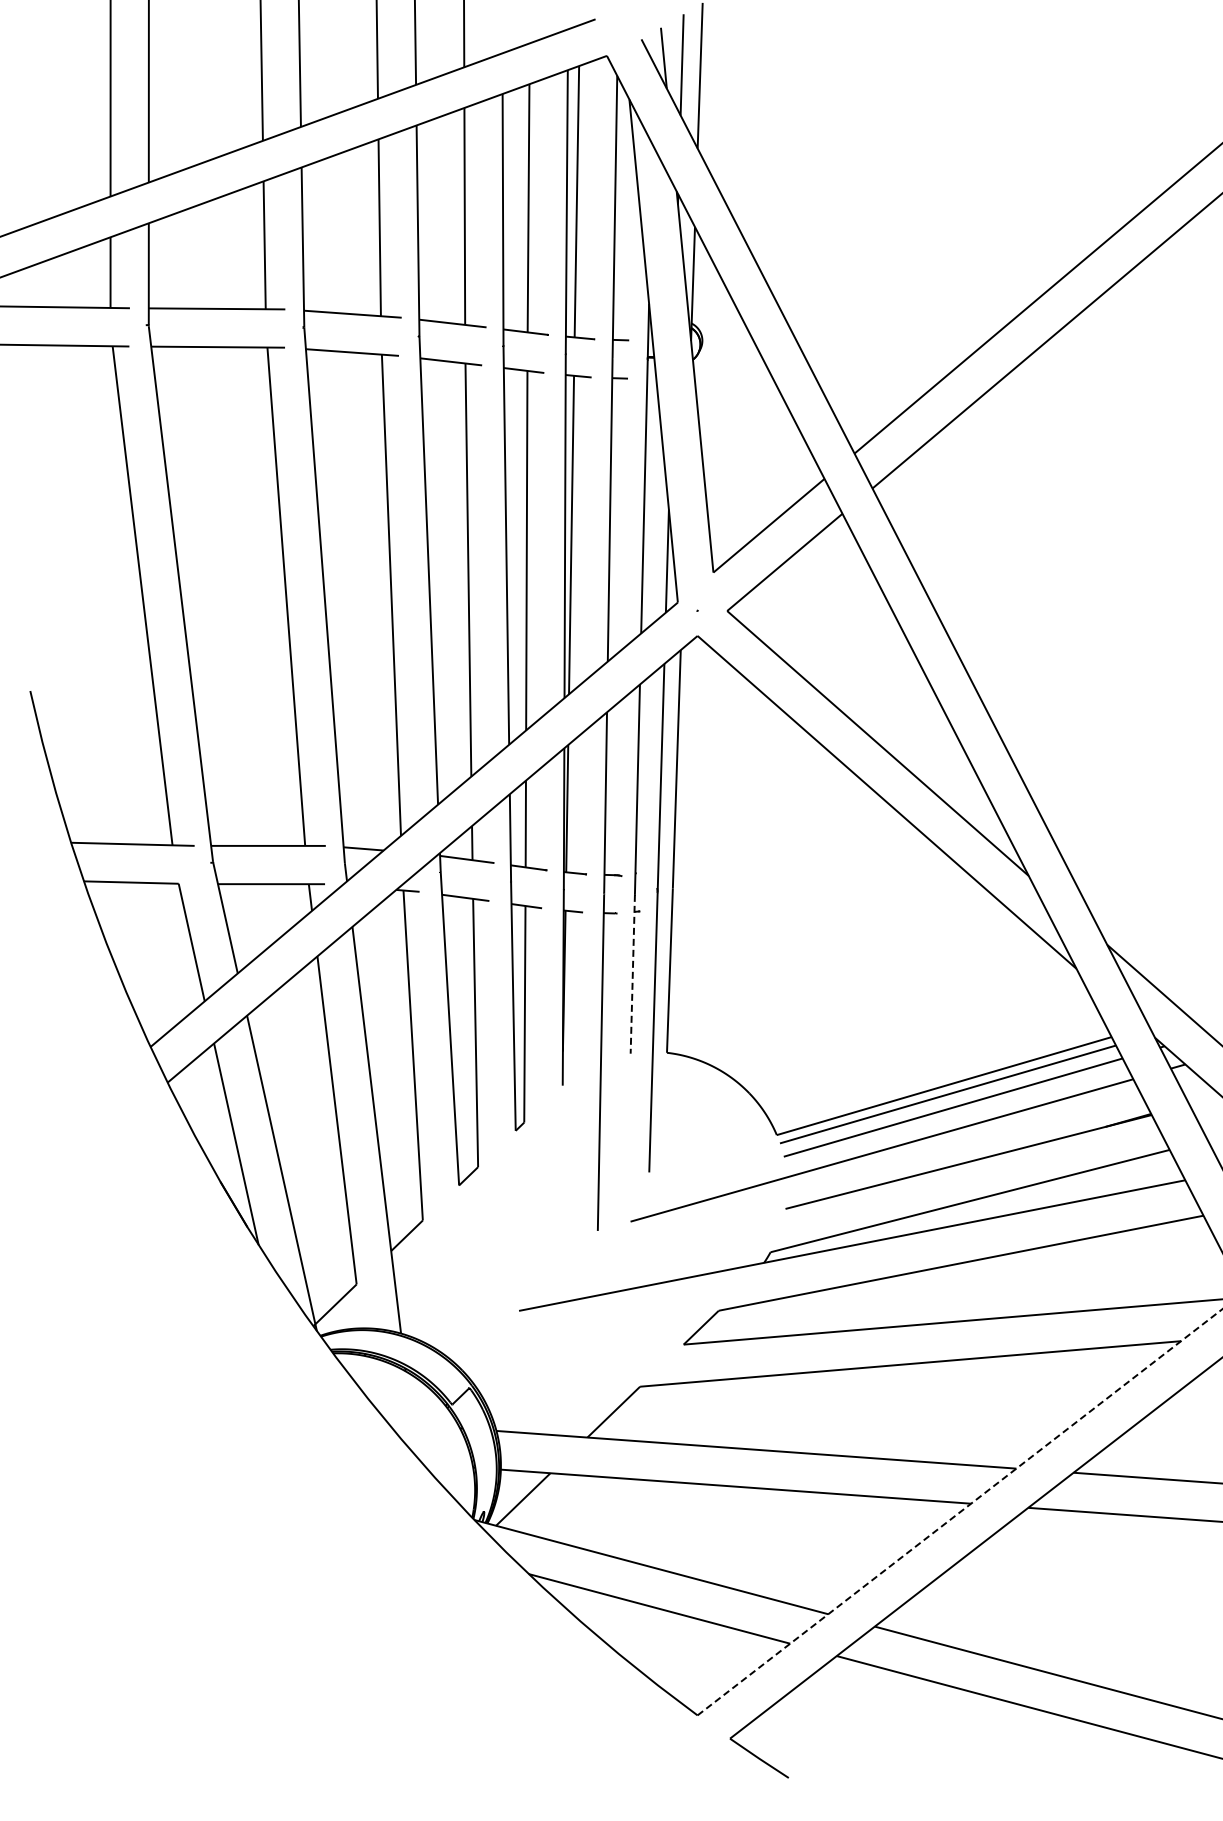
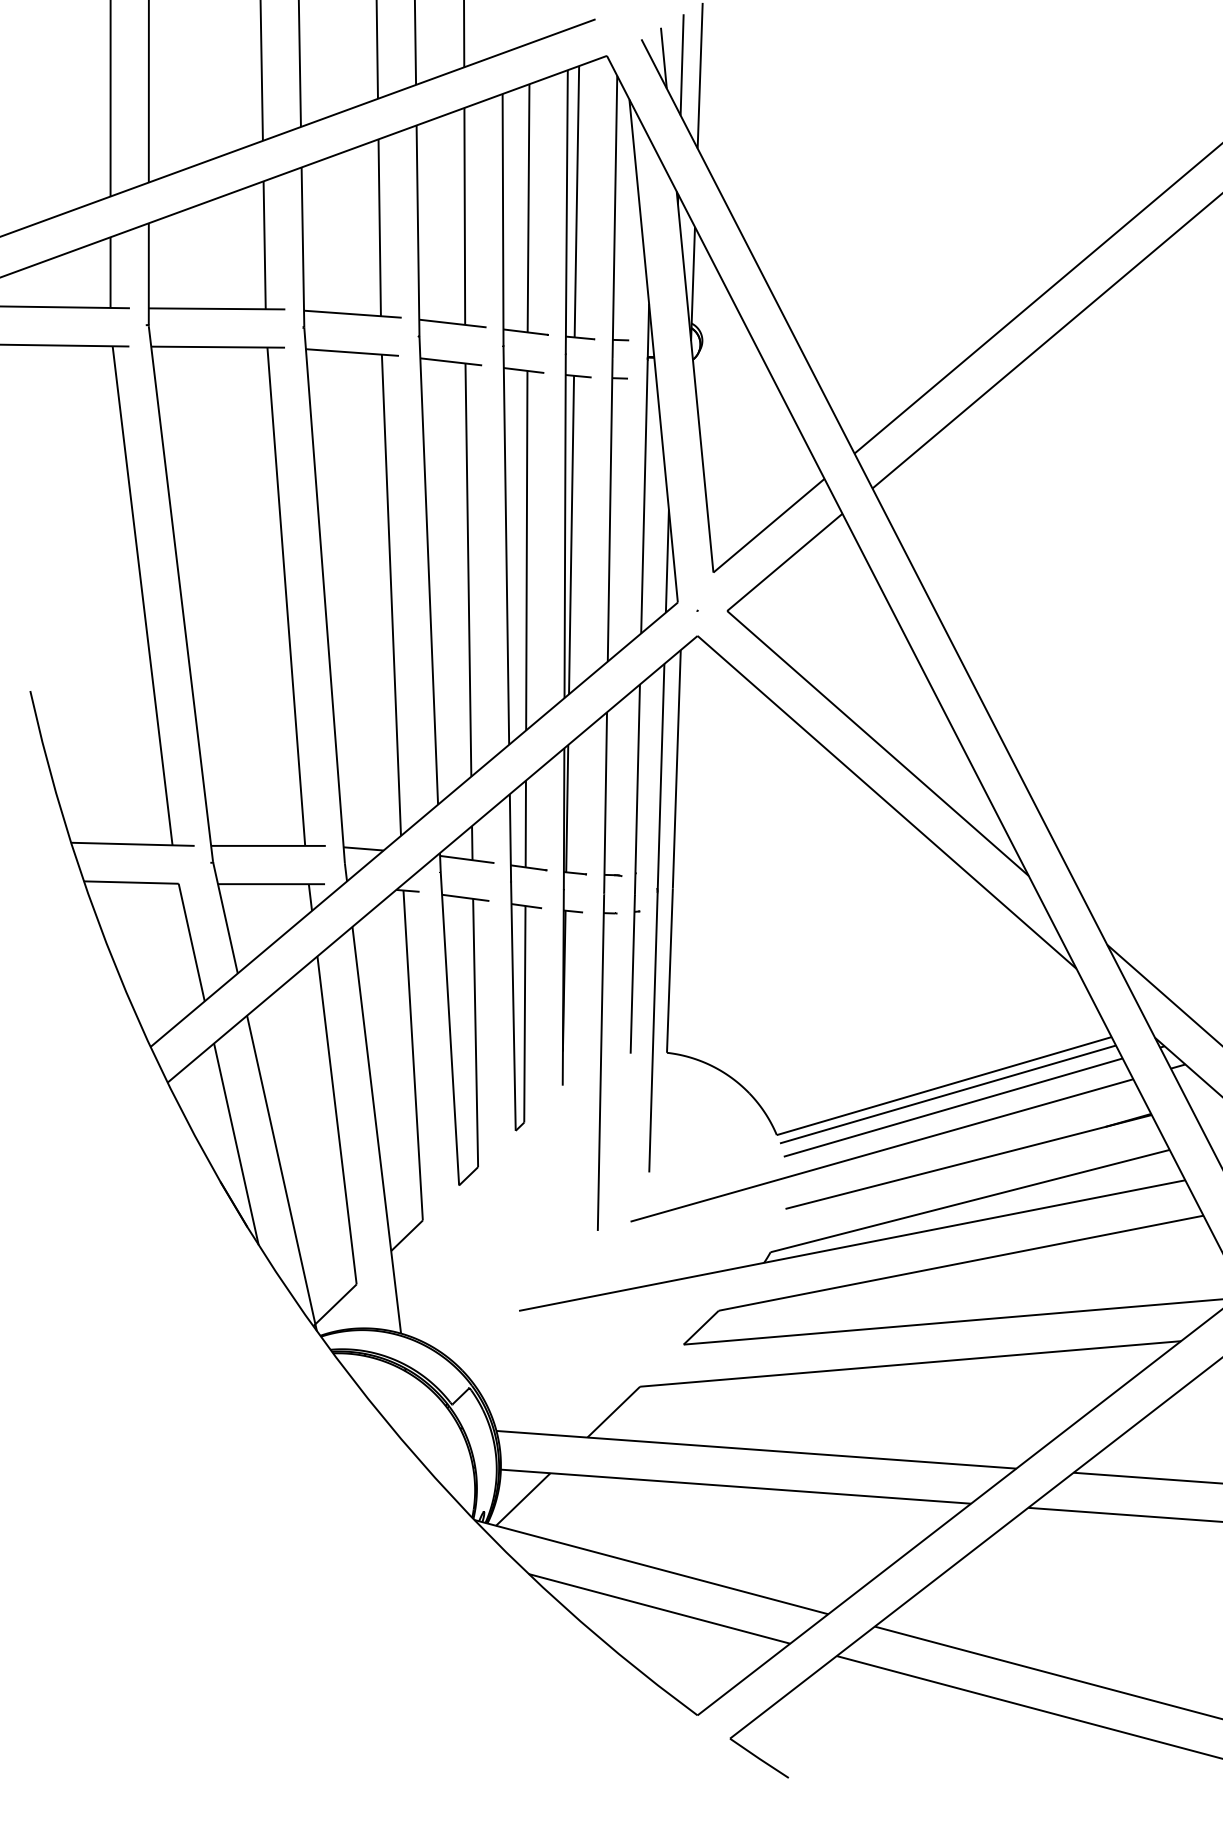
line at (632, 974): dashed -> solid
line at (960, 1511): dashed -> solid
